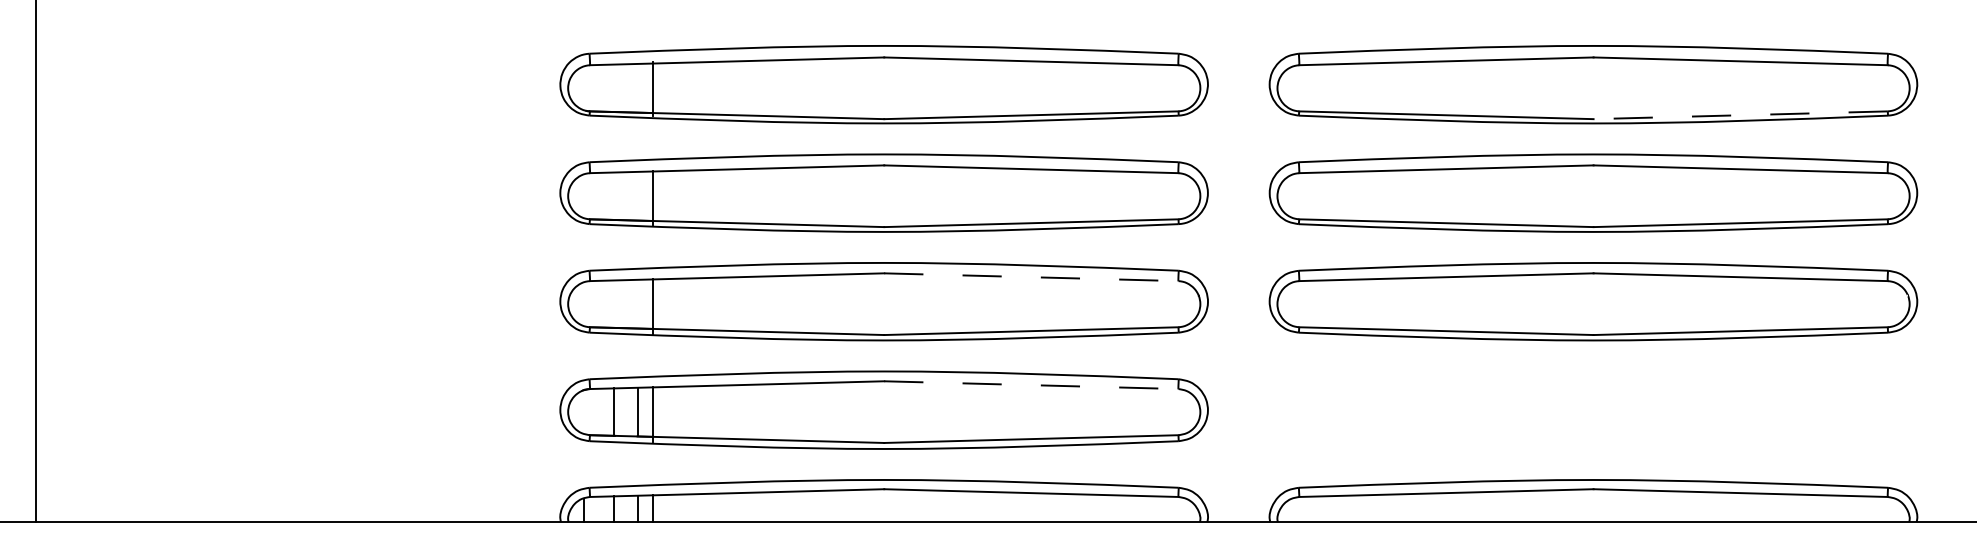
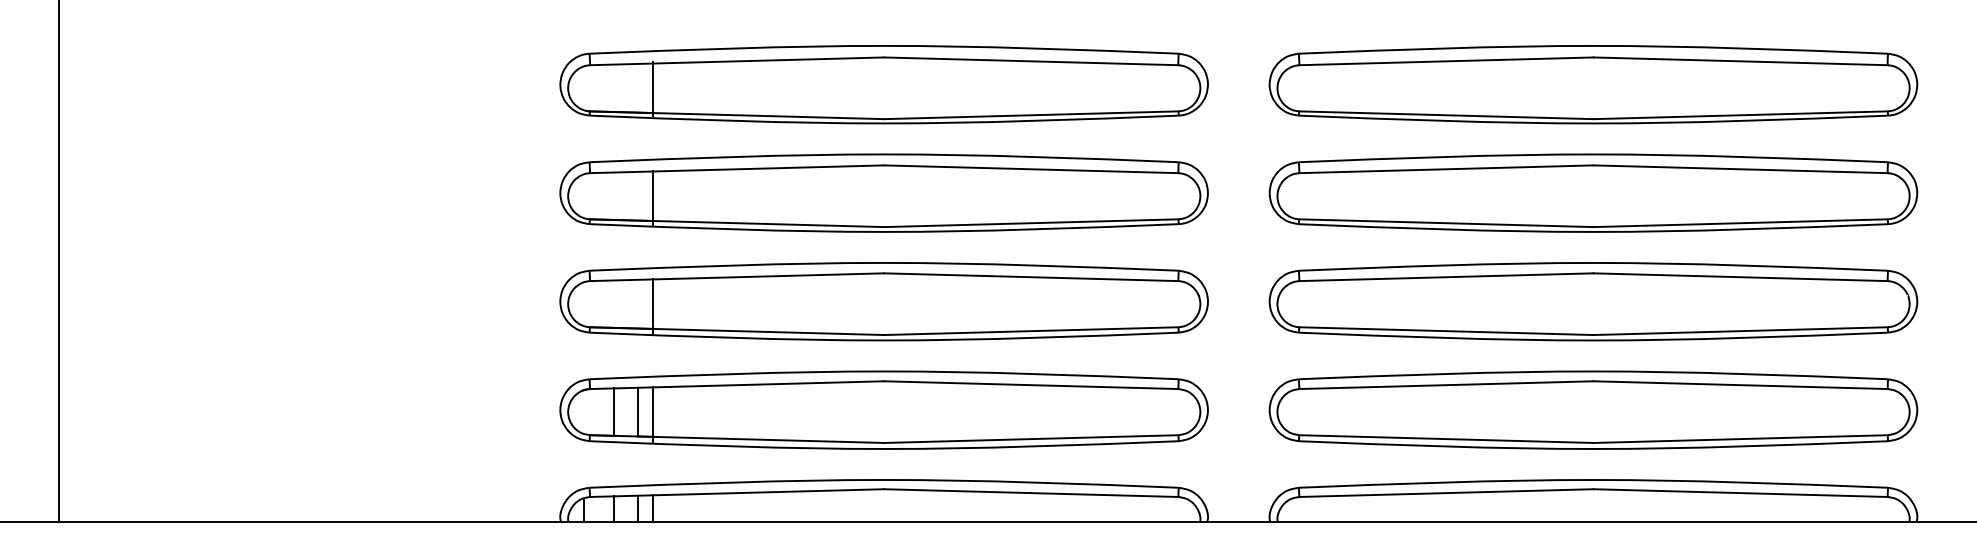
line at (1740, 115): dashed -> solid
line at (36, 262) position: (36, 262) -> (59, 262)
line at (1031, 277): dashed -> solid
line at (1031, 385): dashed -> solid
part at (1593, 409): none -> present
